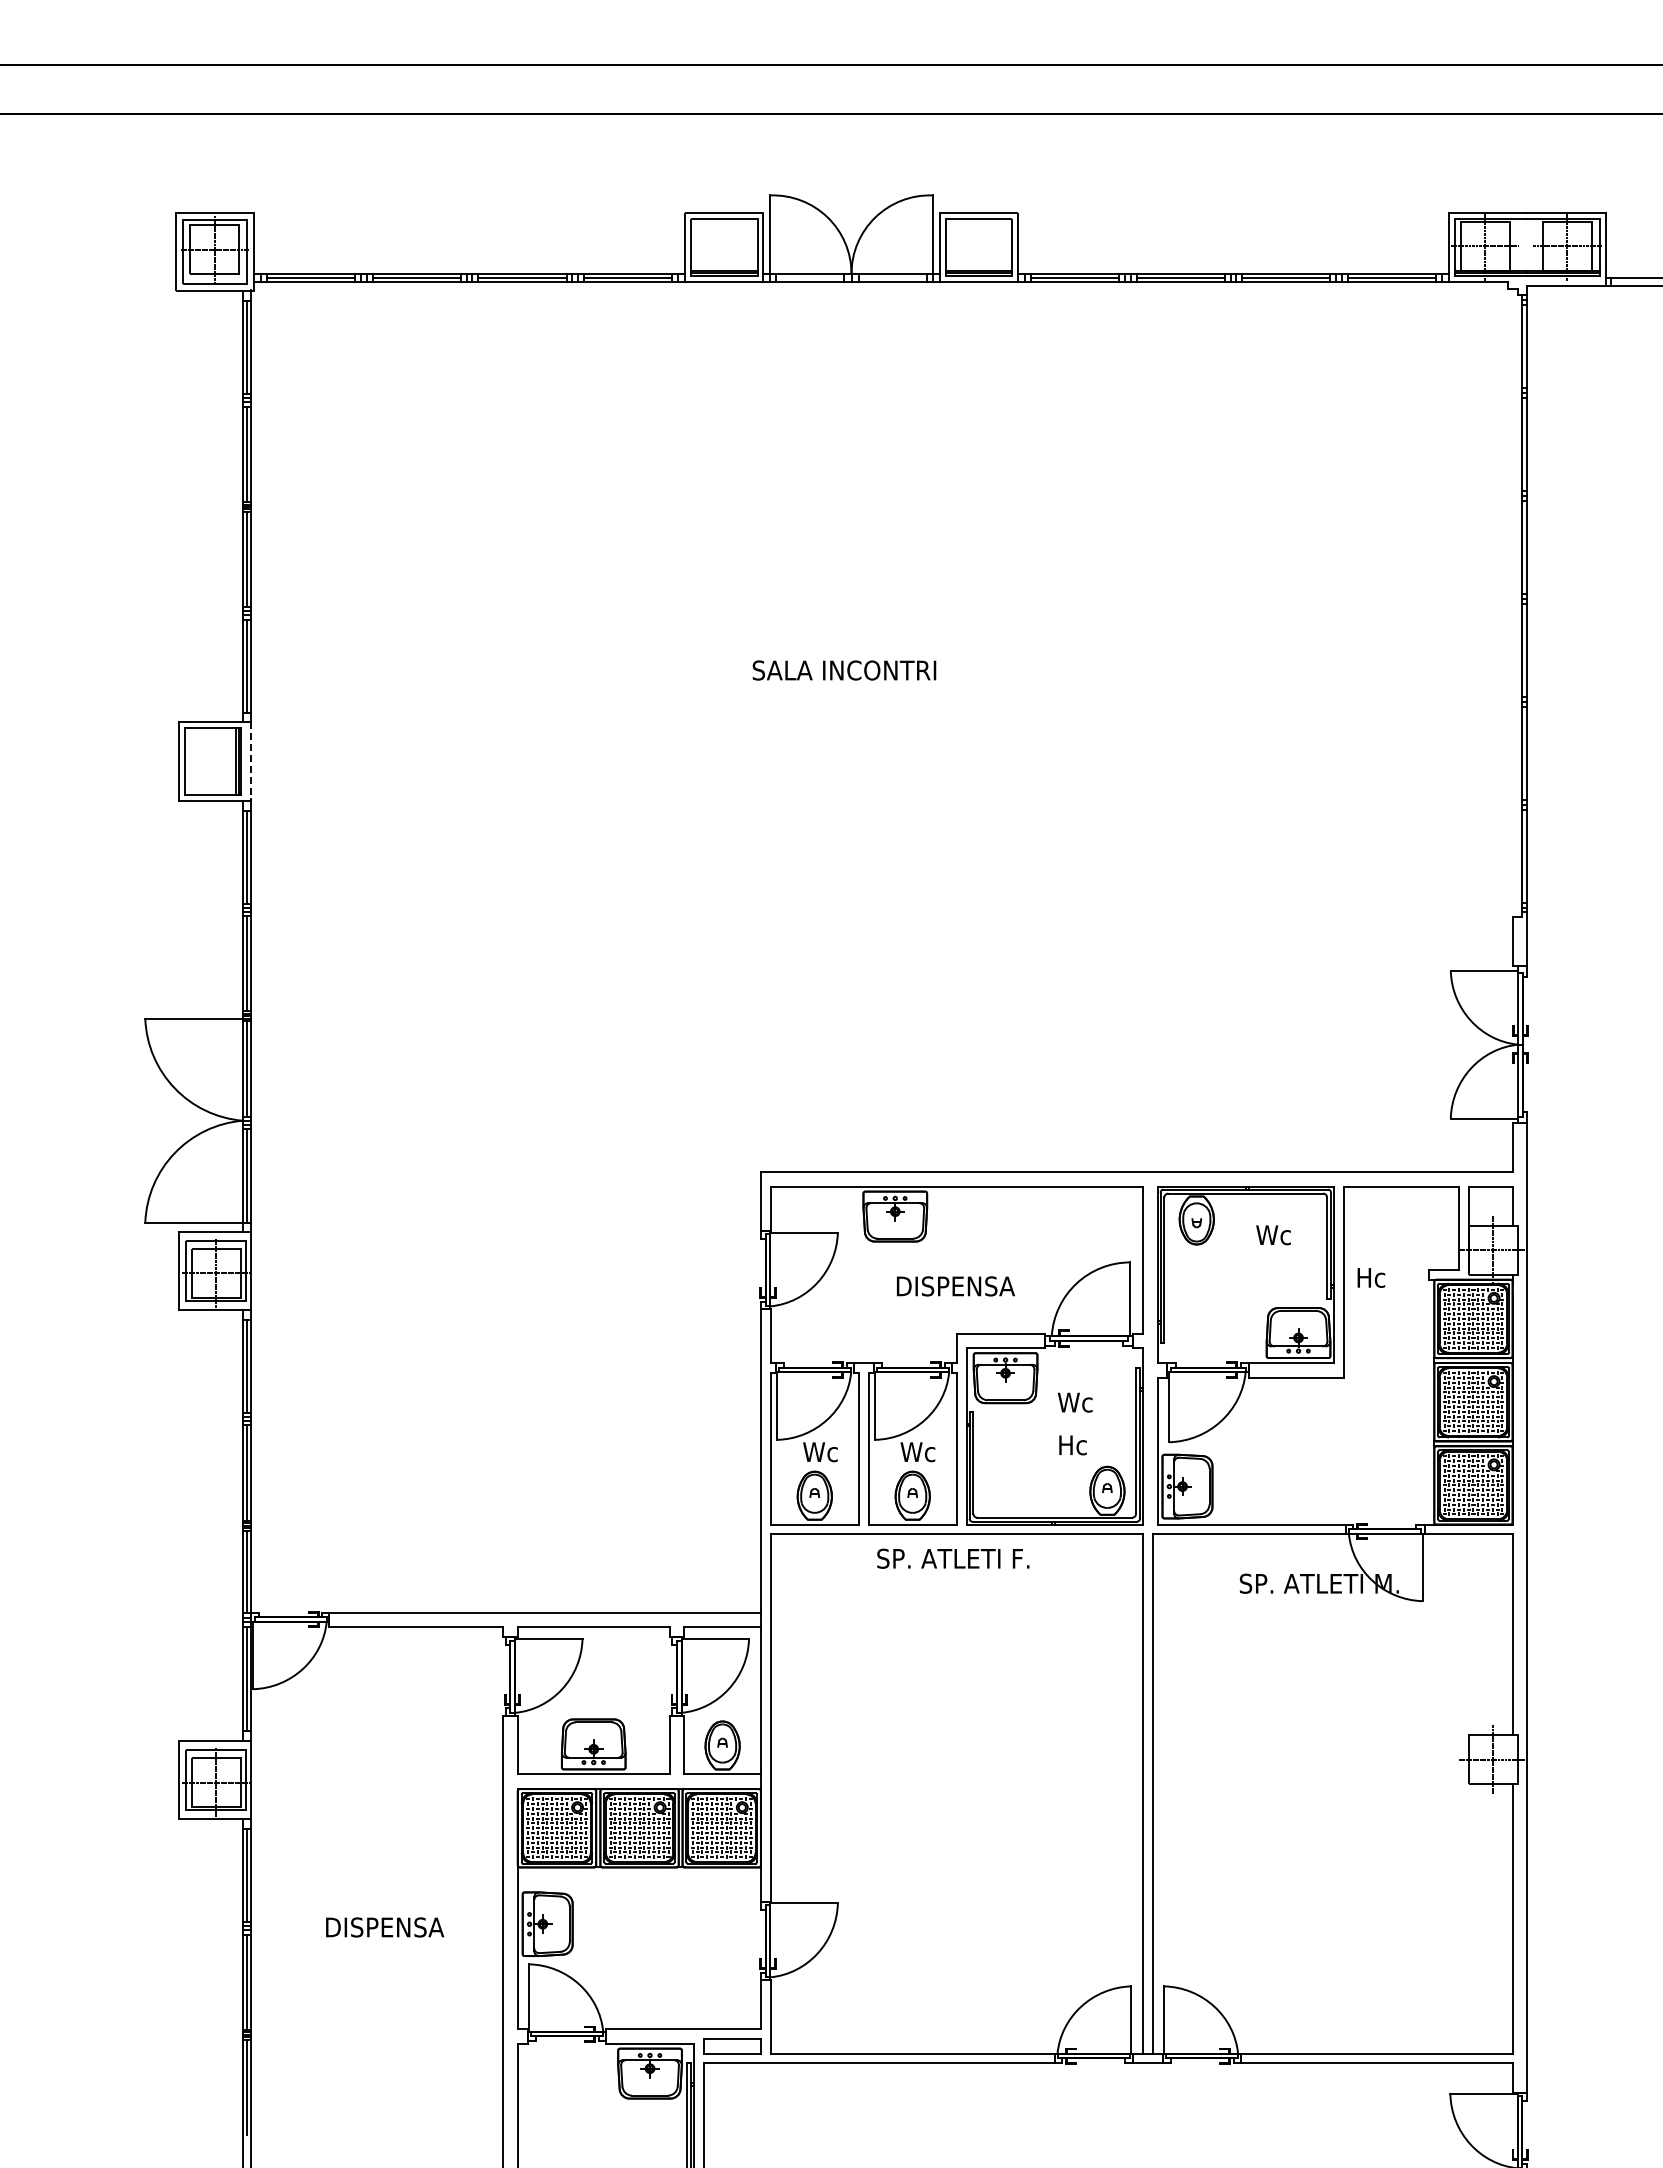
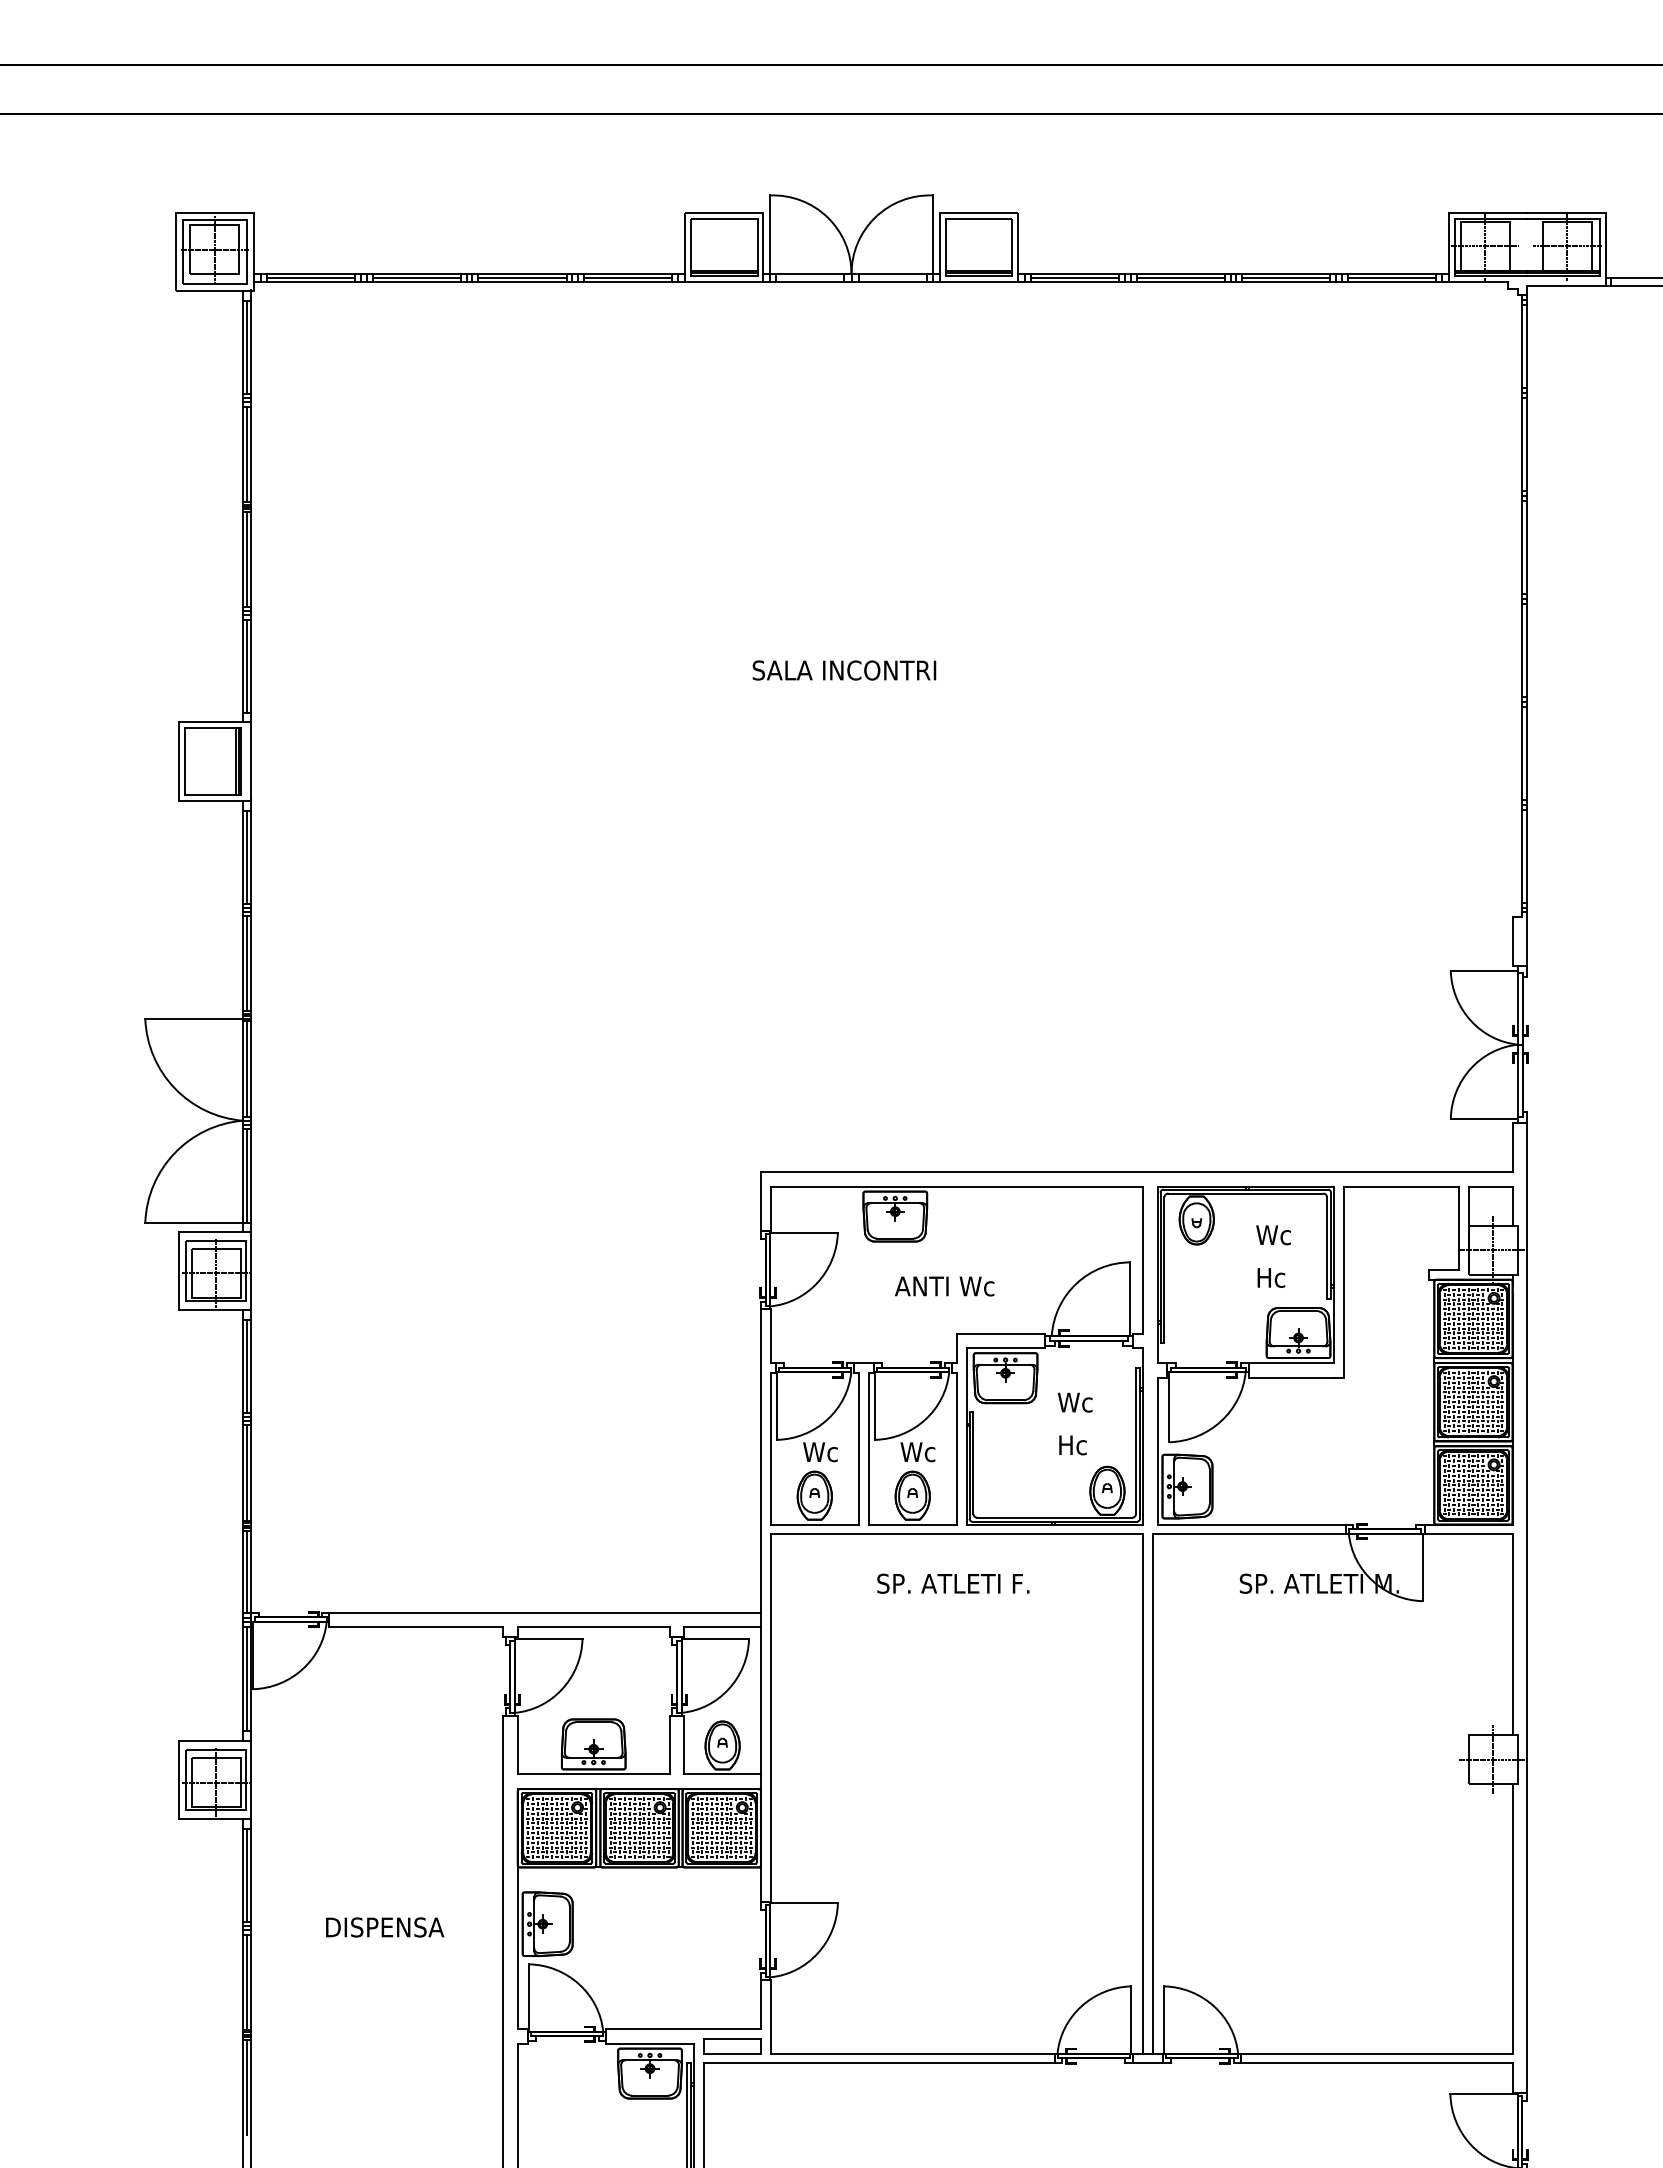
line at (251, 762): dashed -> solid
text at (1371, 1277) position: (1371, 1277) -> (1271, 1277)
text at (954, 1286): DISPENSA -> ANTI Wc
text at (953, 1558) position: (953, 1558) -> (953, 1583)
